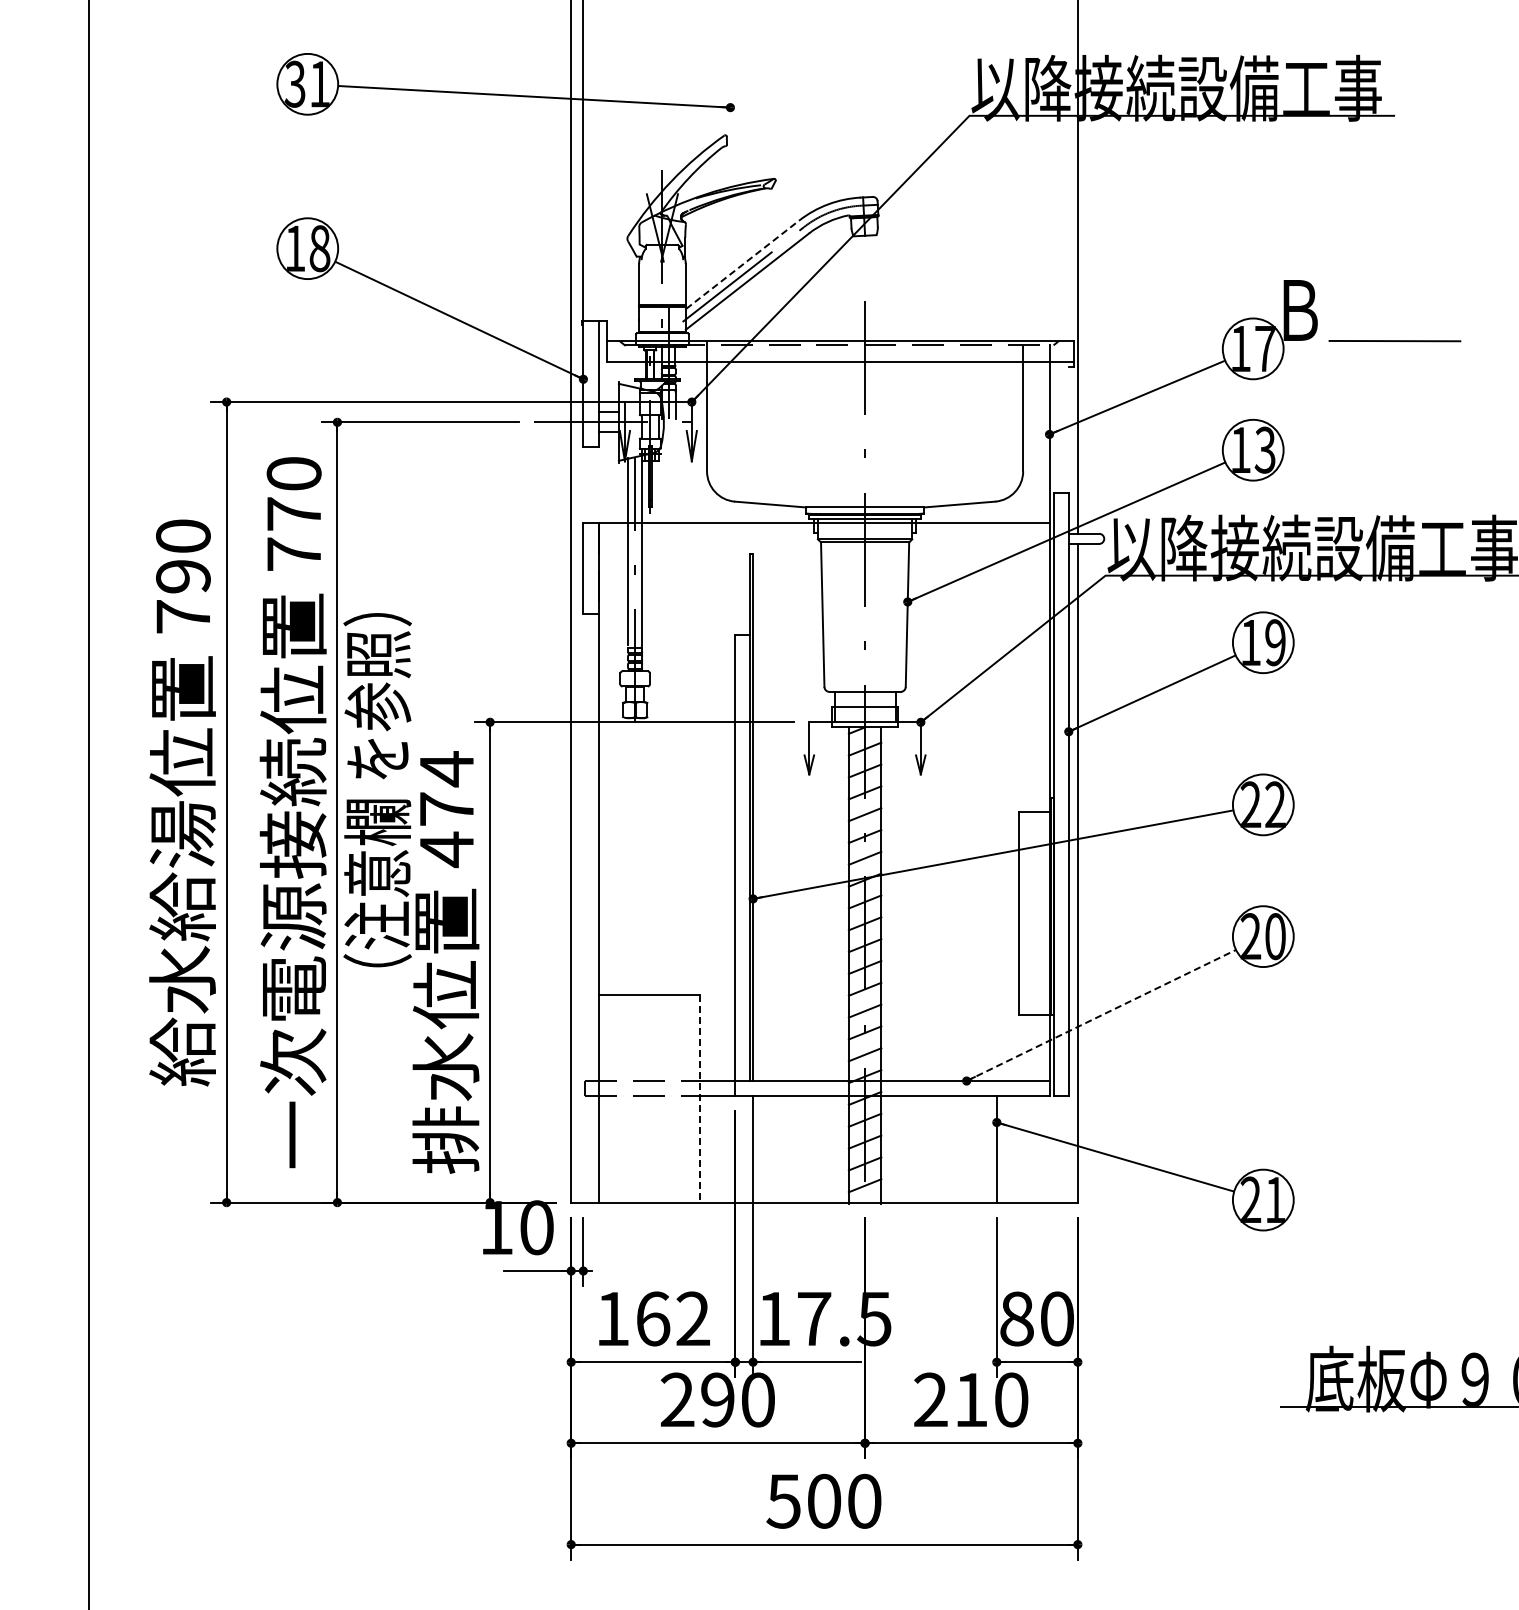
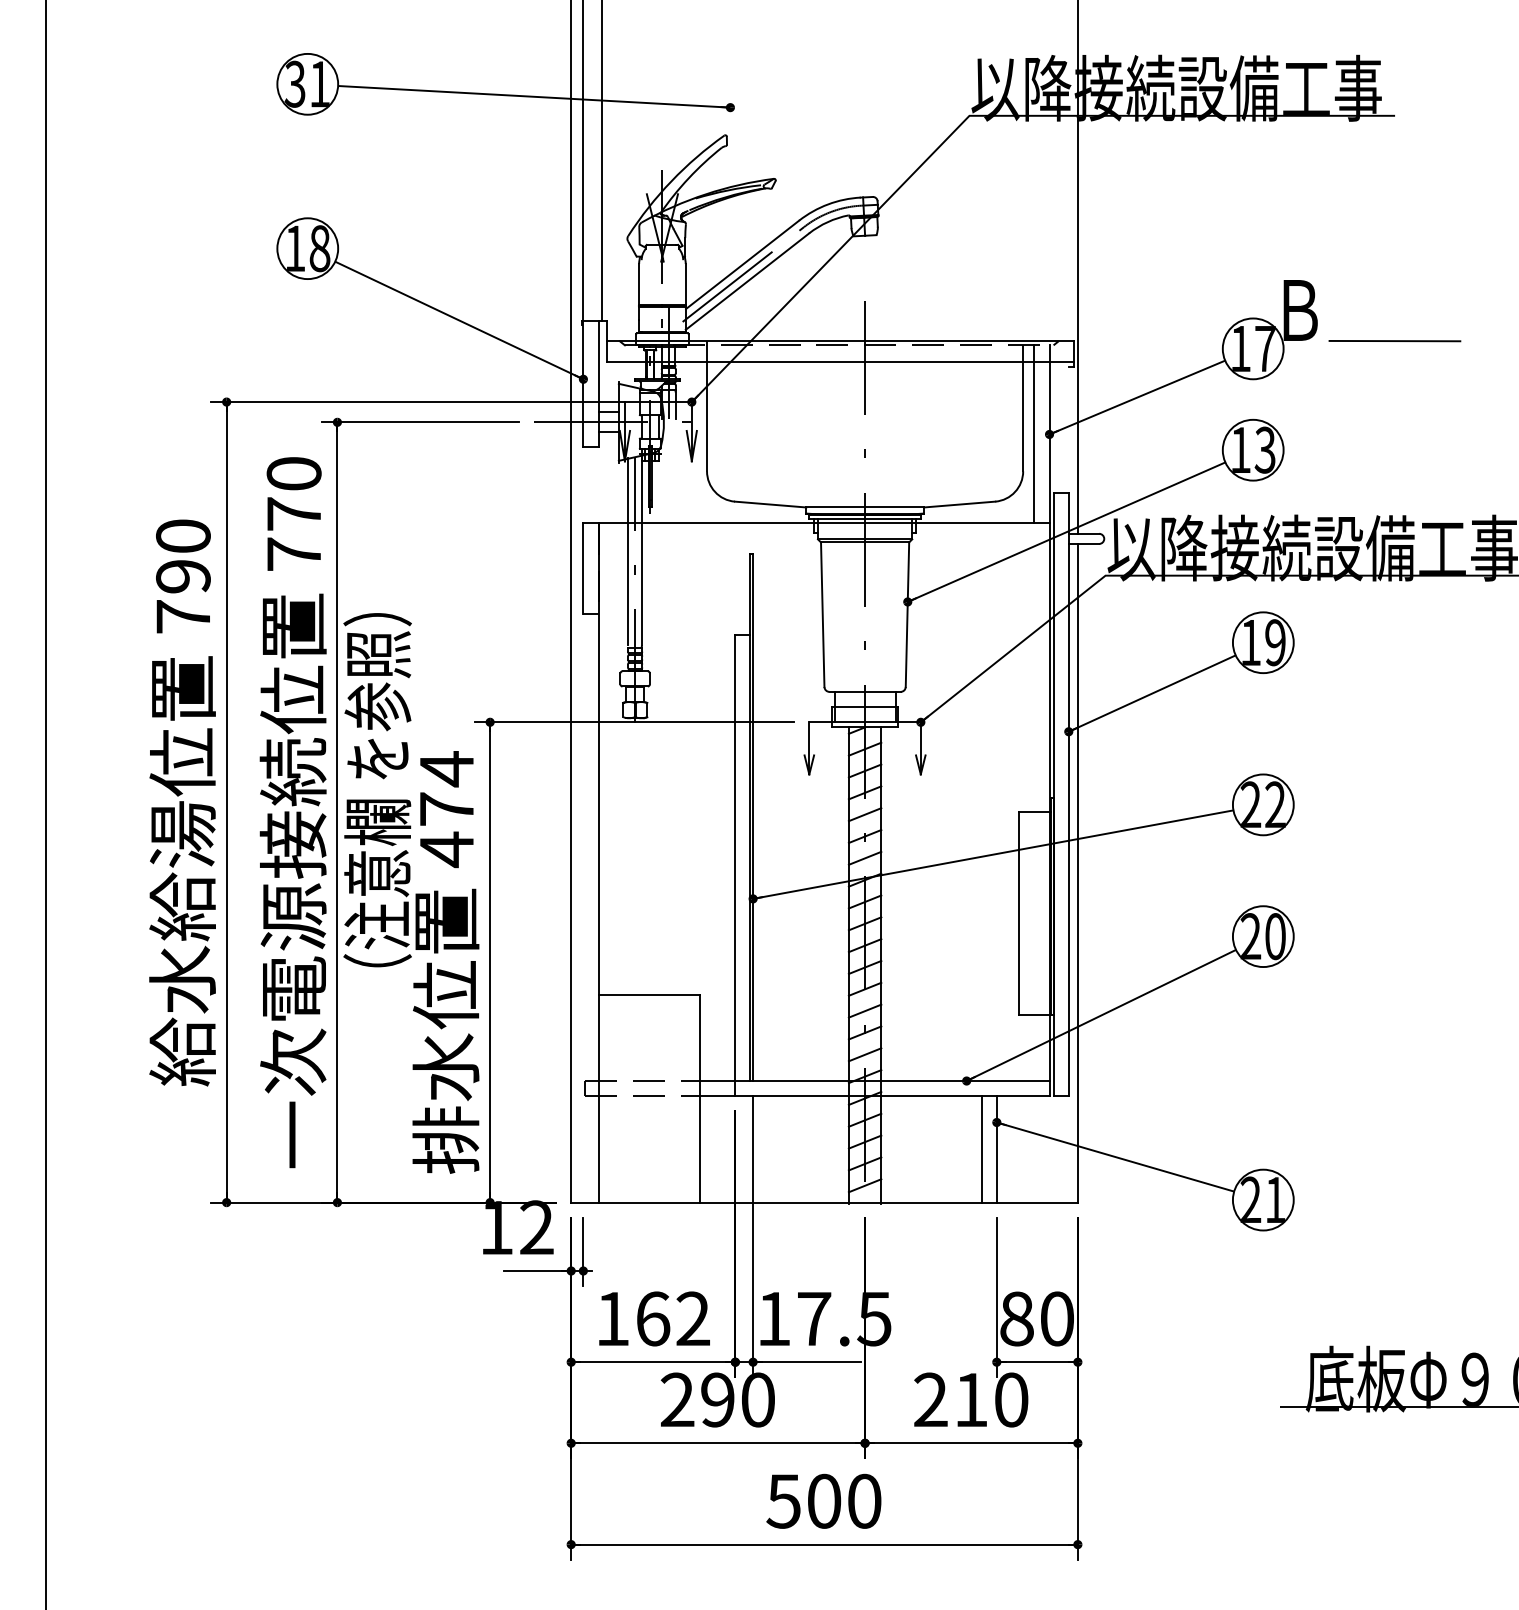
line at (601, 161): none -> present
line at (742, 264): dashed -> solid
line at (1034, 433): none -> present
line at (88, 804) position: (88, 804) -> (45, 804)
line at (1101, 1015): dashed -> solid
line at (699, 1098): dashed -> solid
line at (981, 1149): none -> present
text at (536, 1227): 10 -> 12
